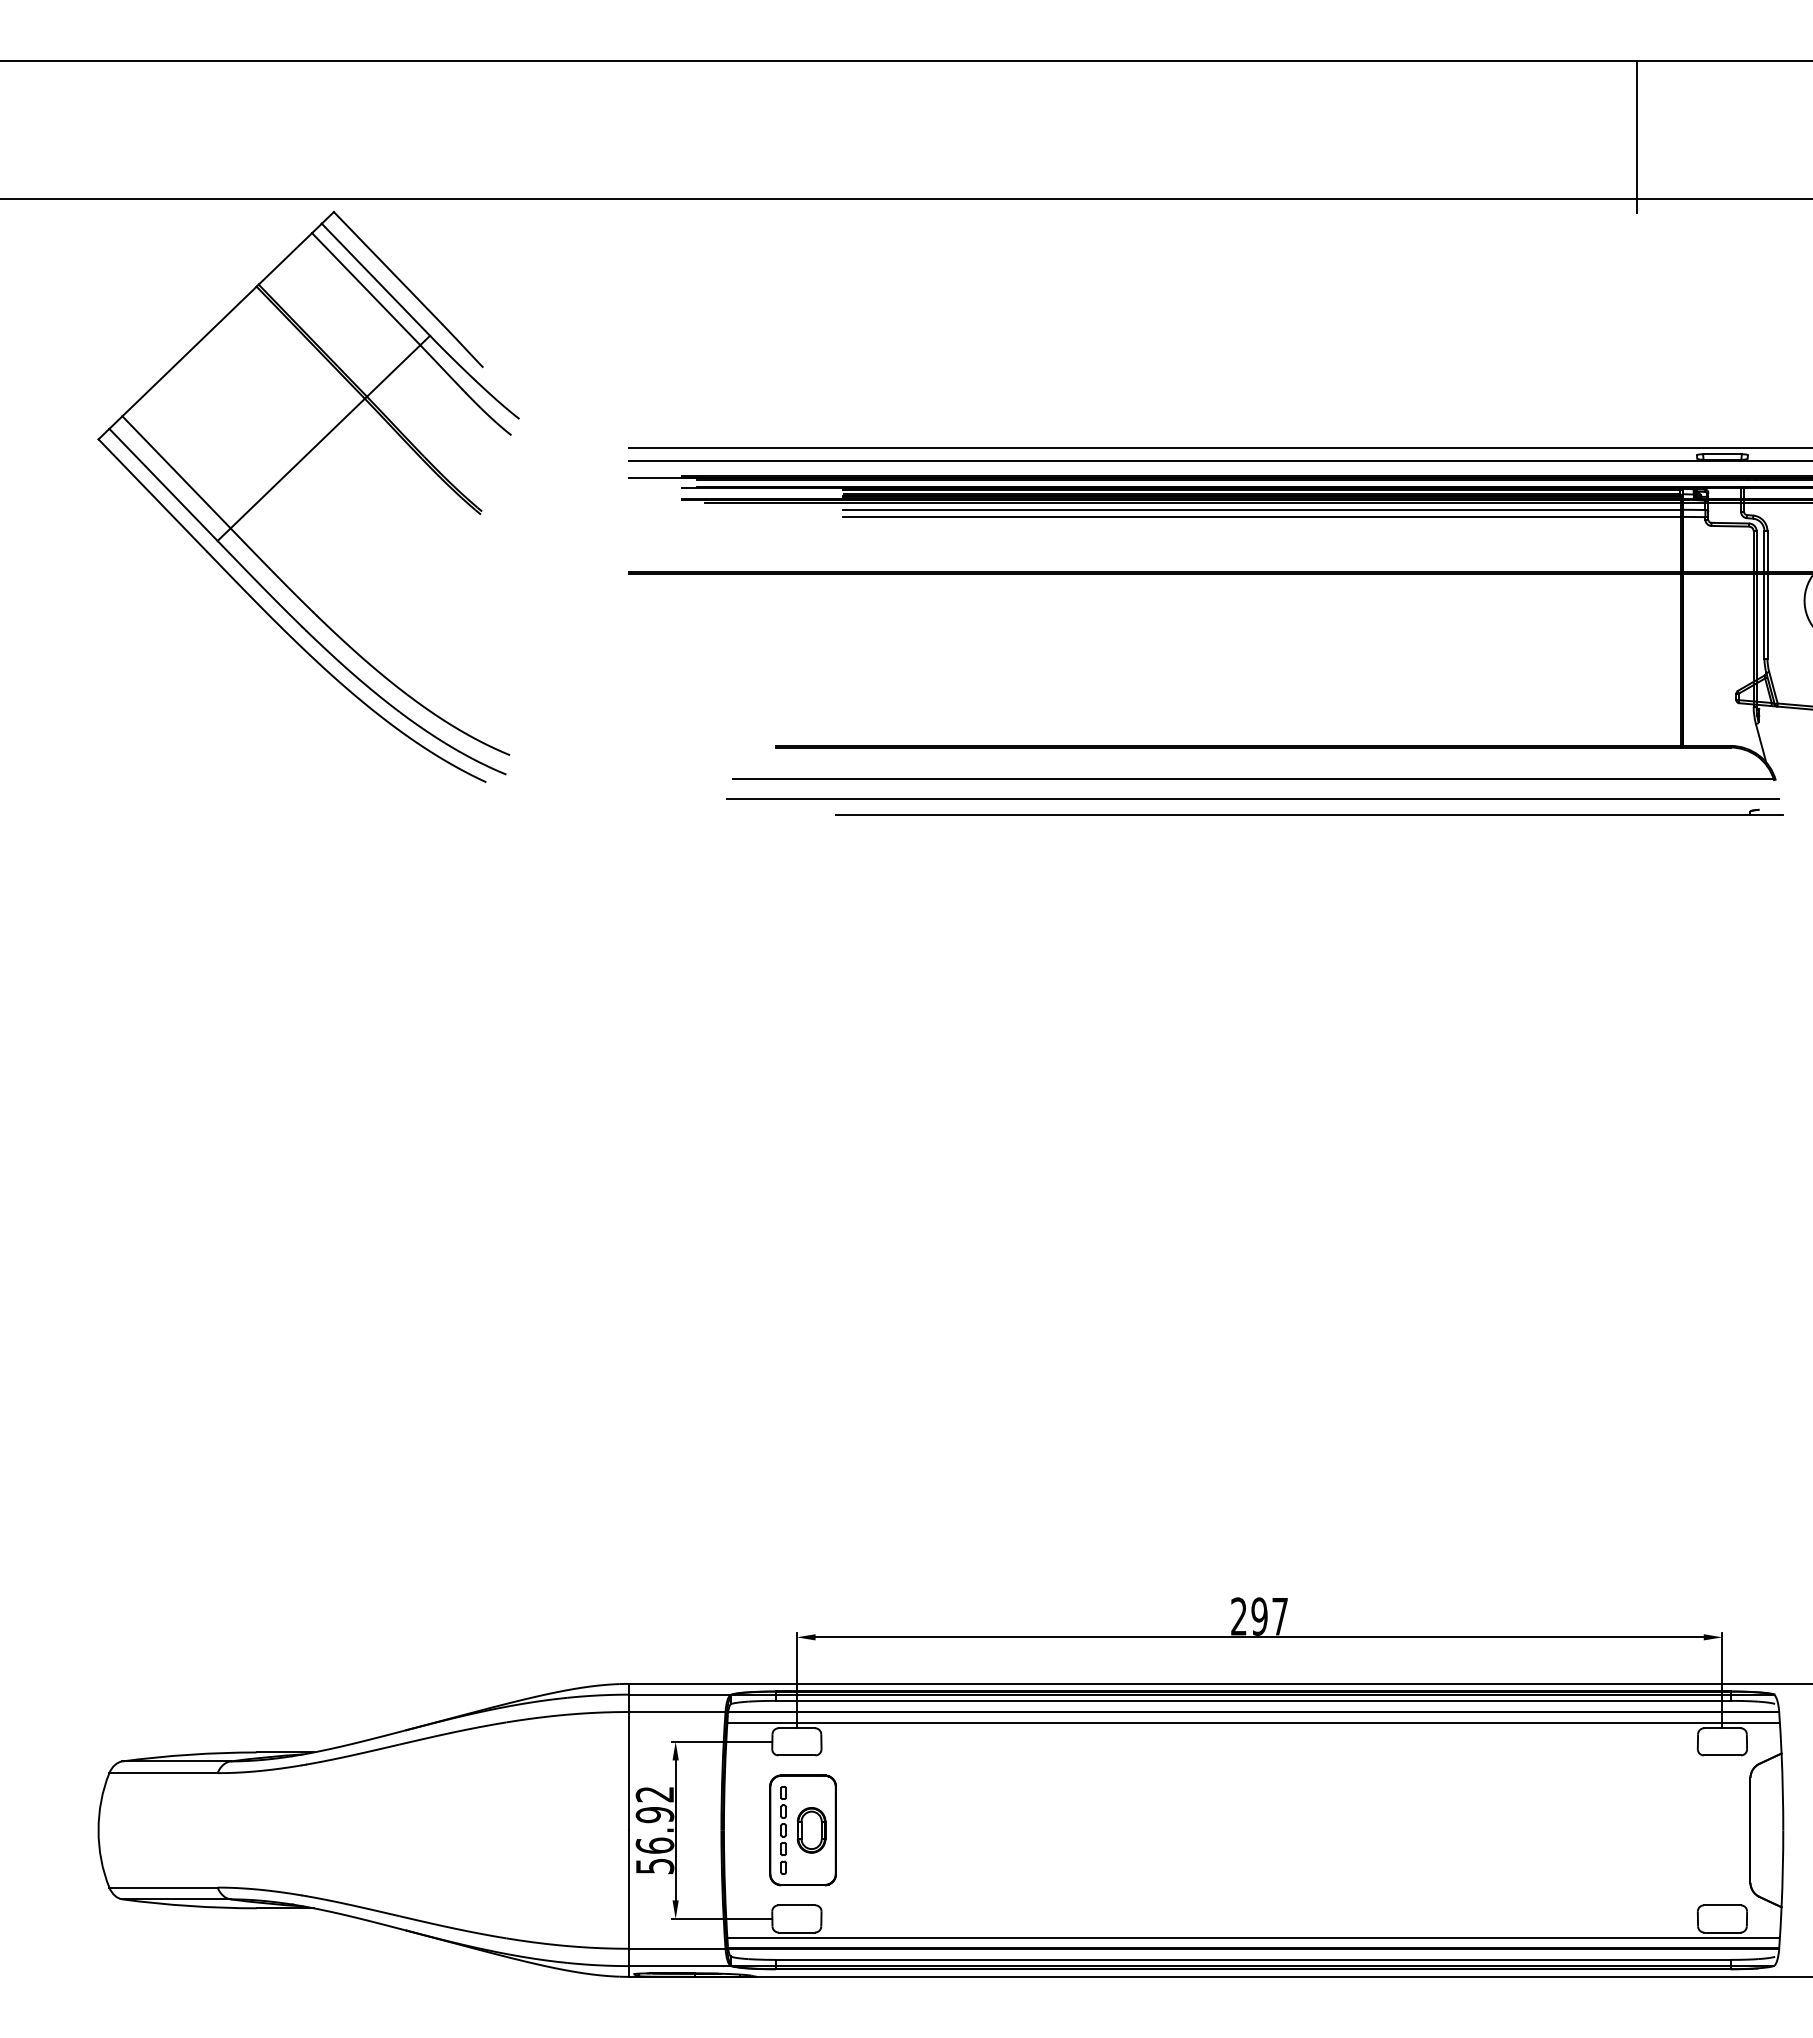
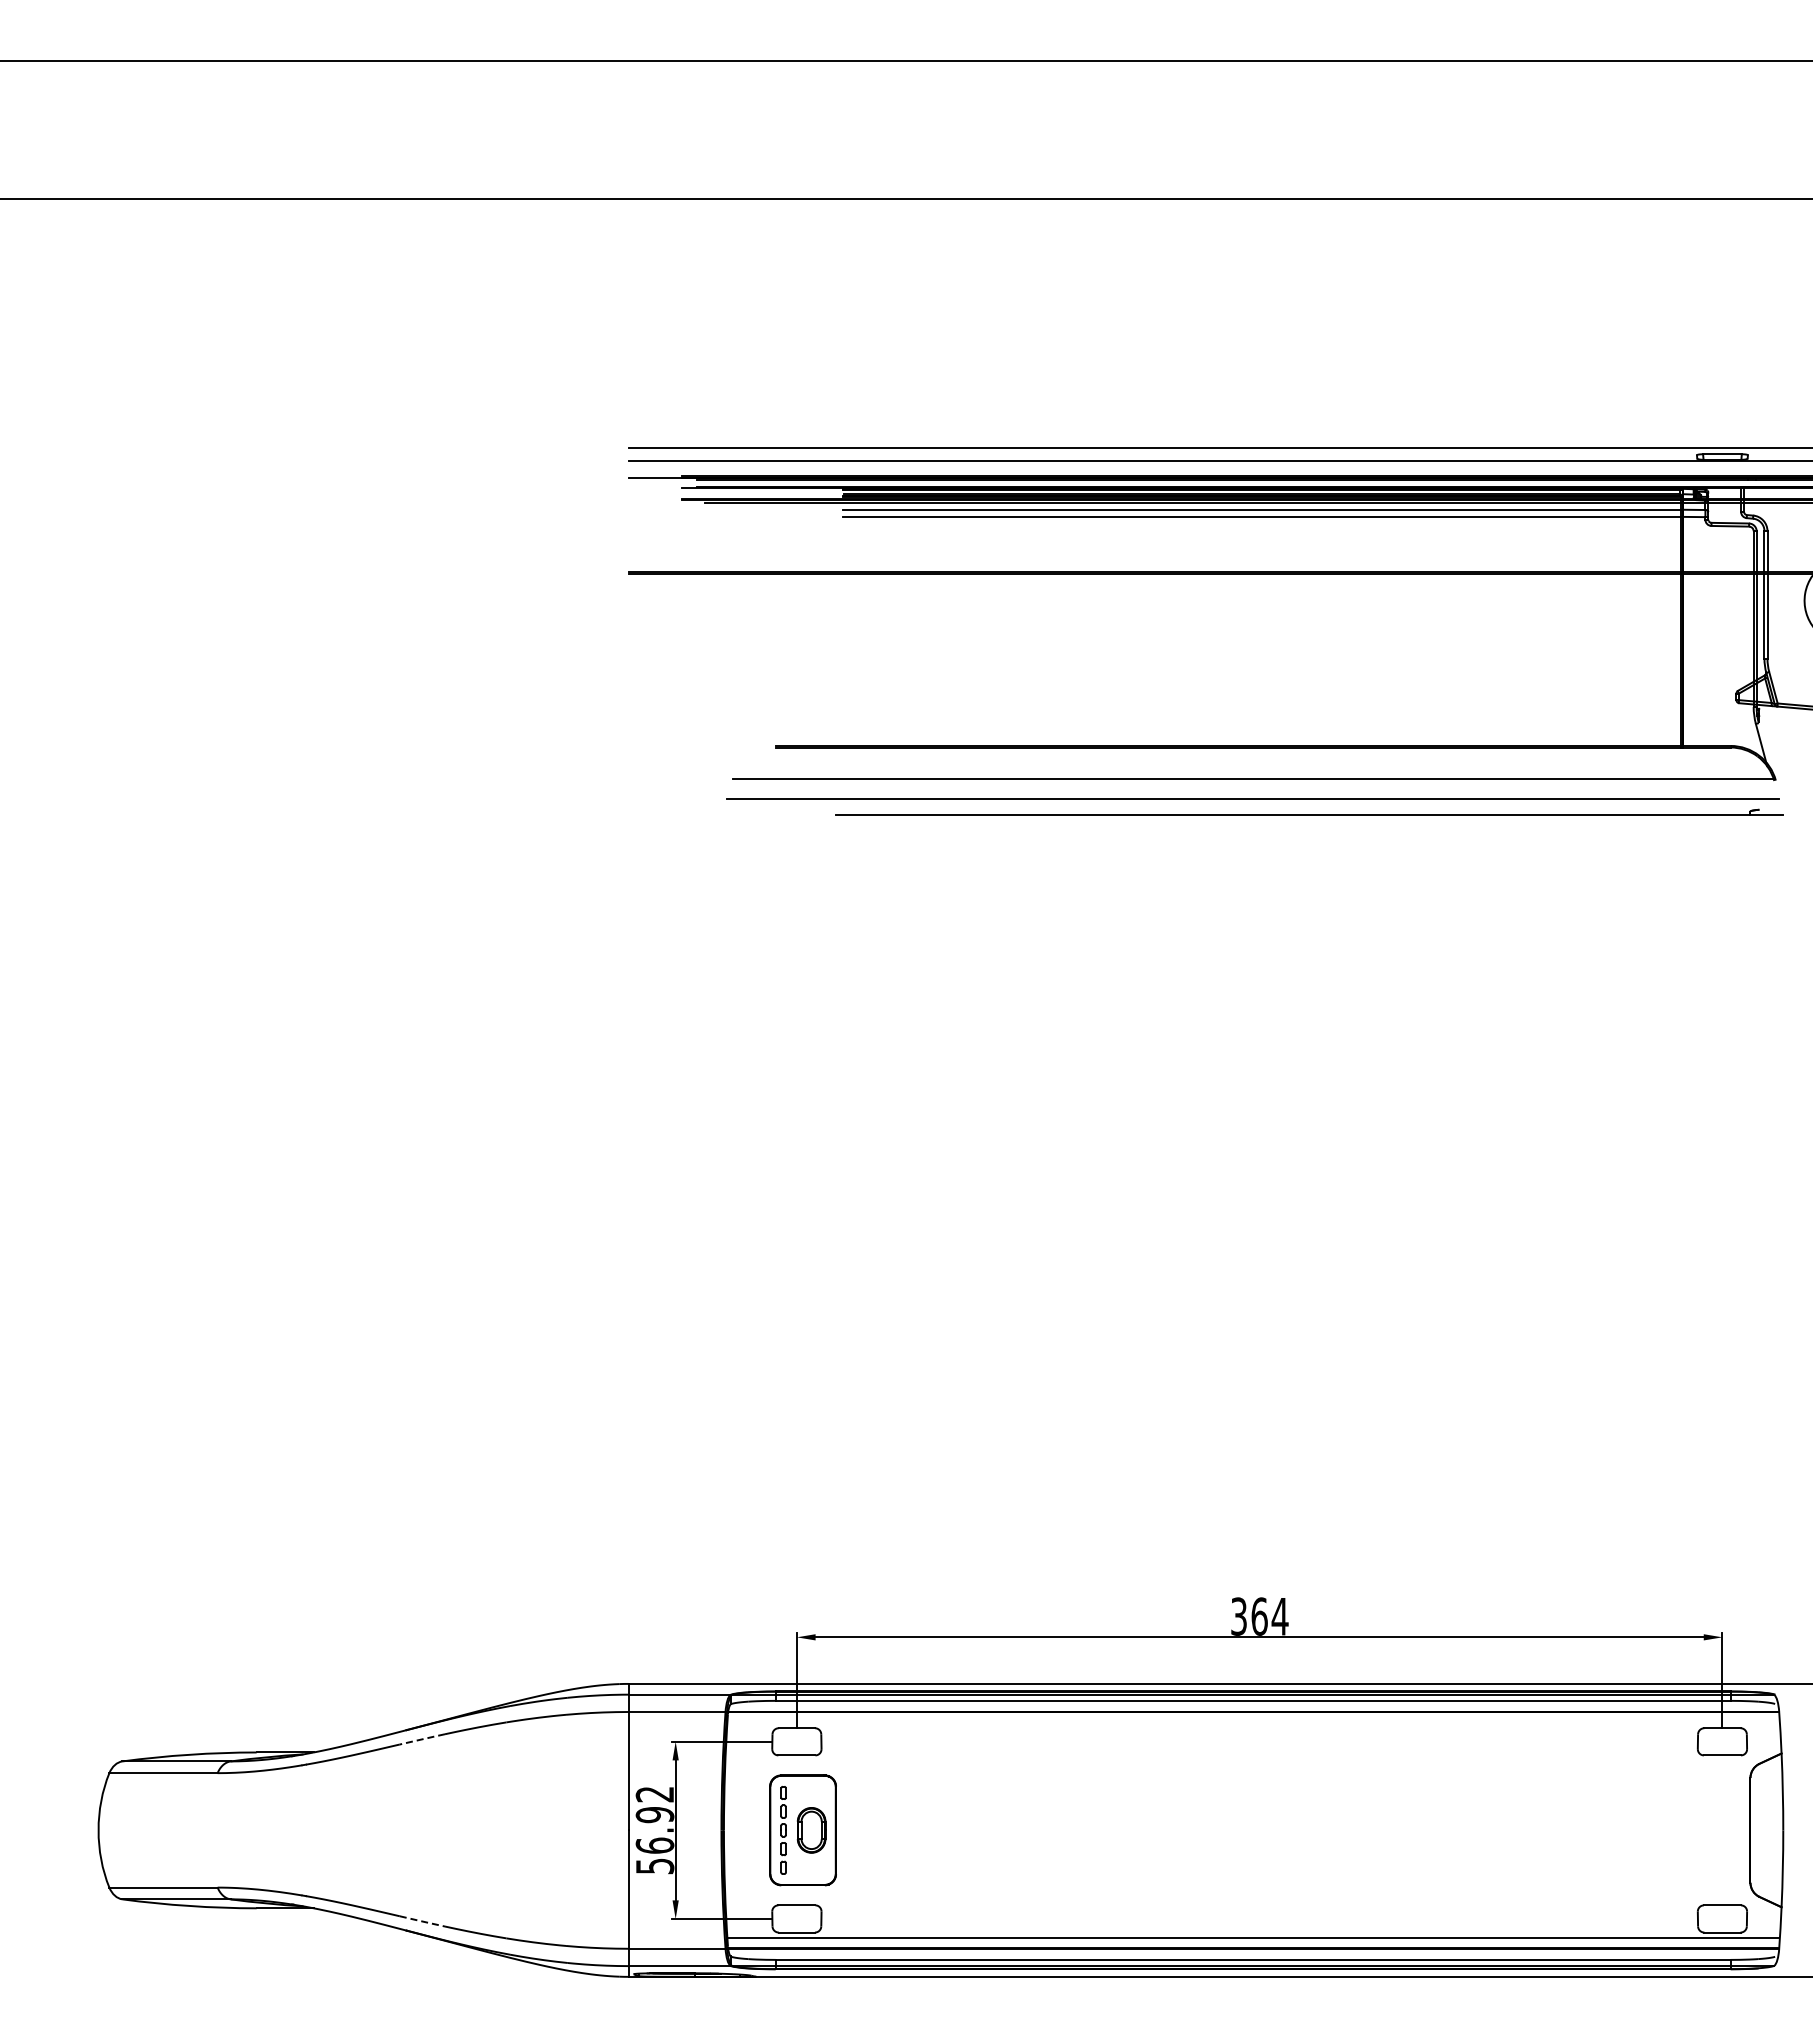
line at (1636, 137): present -> none
part at (287, 474): present -> none
text at (1259, 1616): 297 -> 364
line at (1253, 1722): present -> none
line at (422, 1739): solid -> dashed
line at (422, 1921): solid -> dashed
